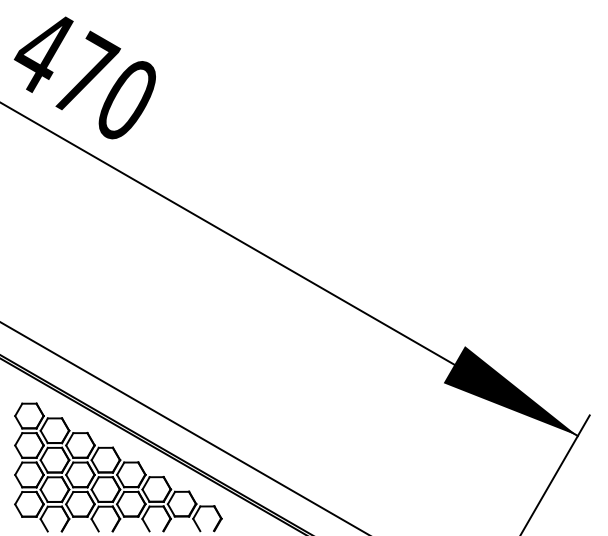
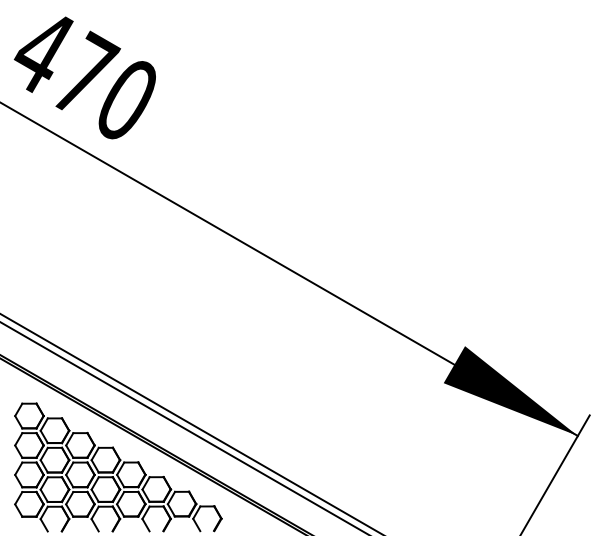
line at (190, 423): none -> present
